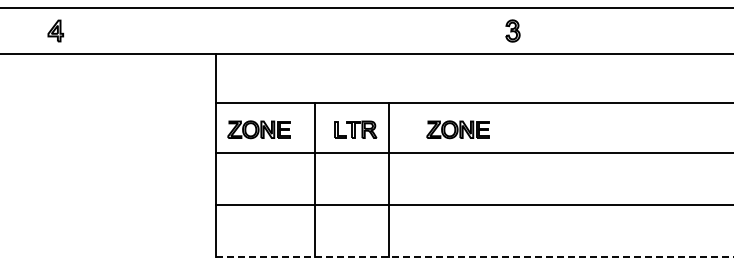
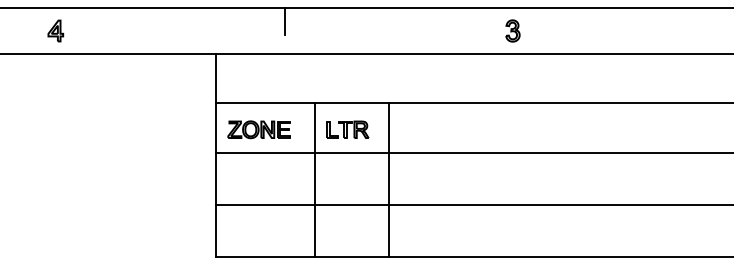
line at (285, 21): none -> present
part at (355, 129) position: (355, 129) -> (347, 129)
part at (457, 129): present -> none
line at (474, 256): dashed -> solid
